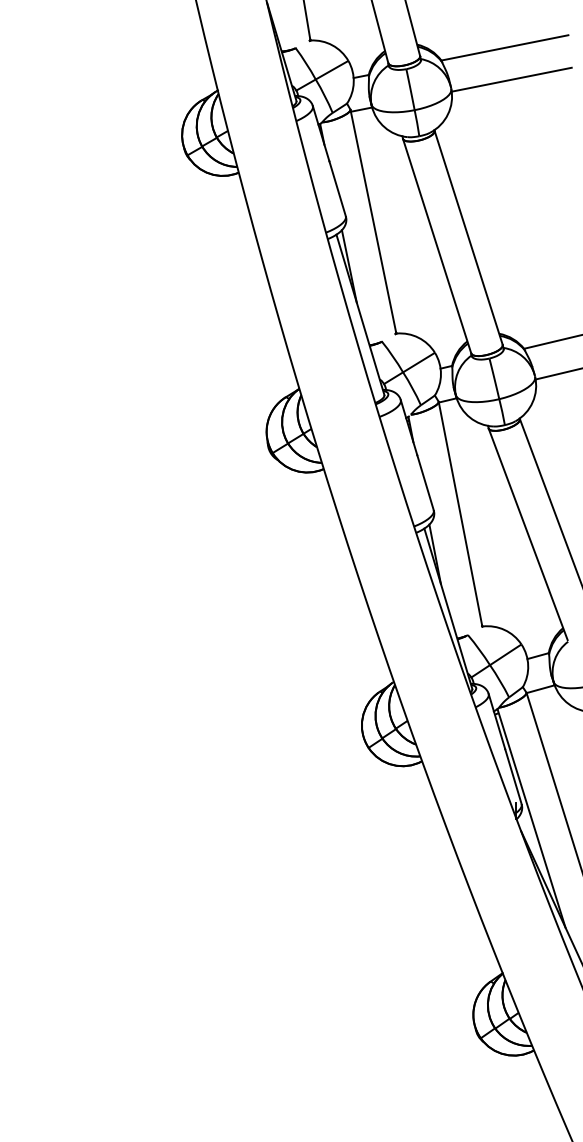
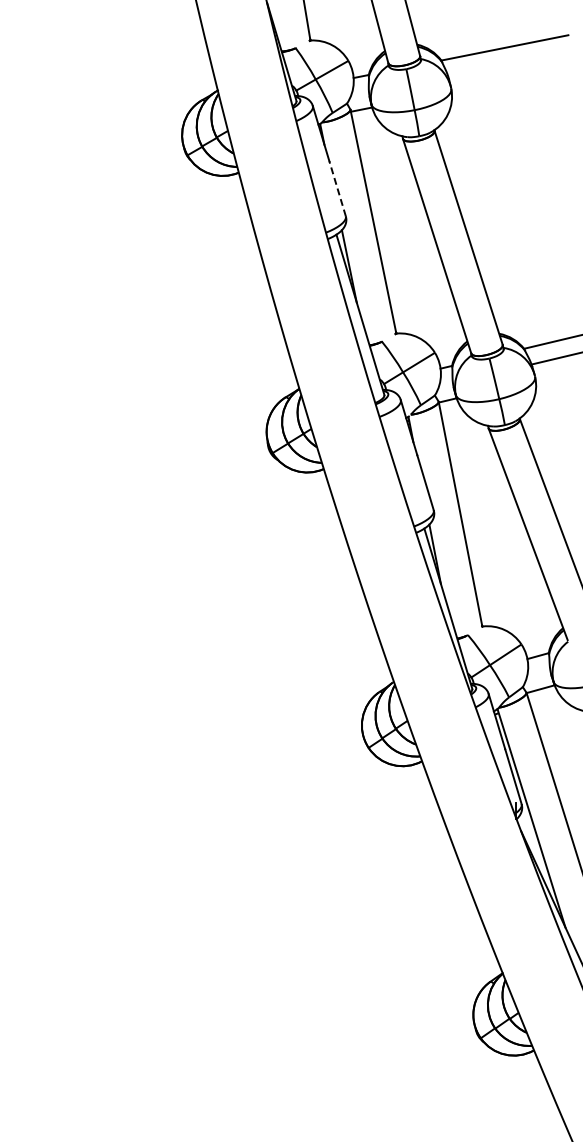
line at (511, 79): present -> none
line at (337, 188): solid -> dashed
line at (557, 374) position: (557, 374) -> (555, 358)
